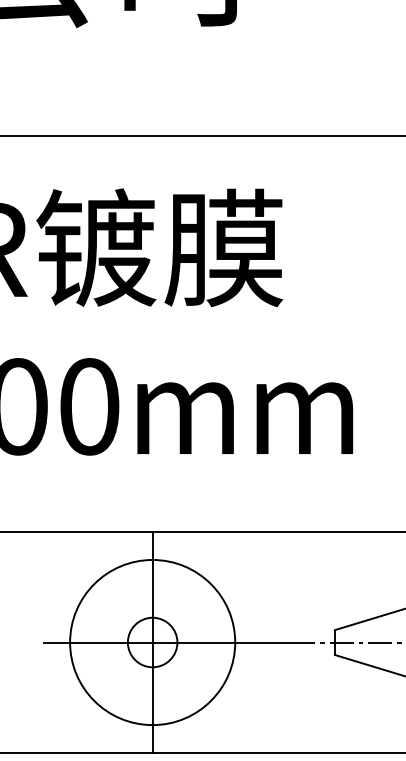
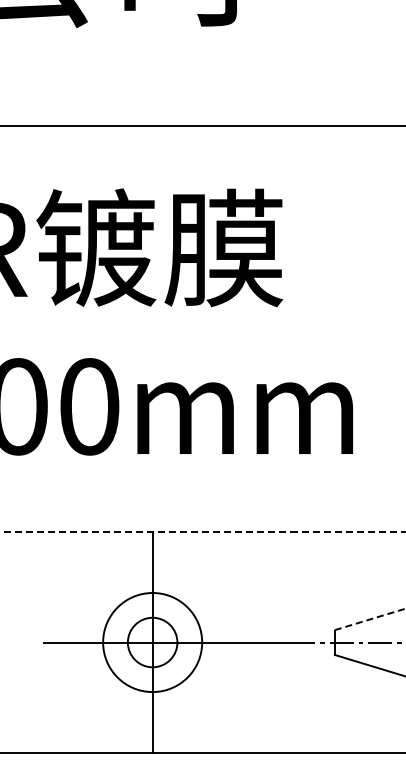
line at (202, 136) position: (202, 136) -> (202, 126)
line at (203, 532): solid -> dashed
line at (370, 619): solid -> dashed
circle at (152, 642) diameter: 165 px -> 99 px
